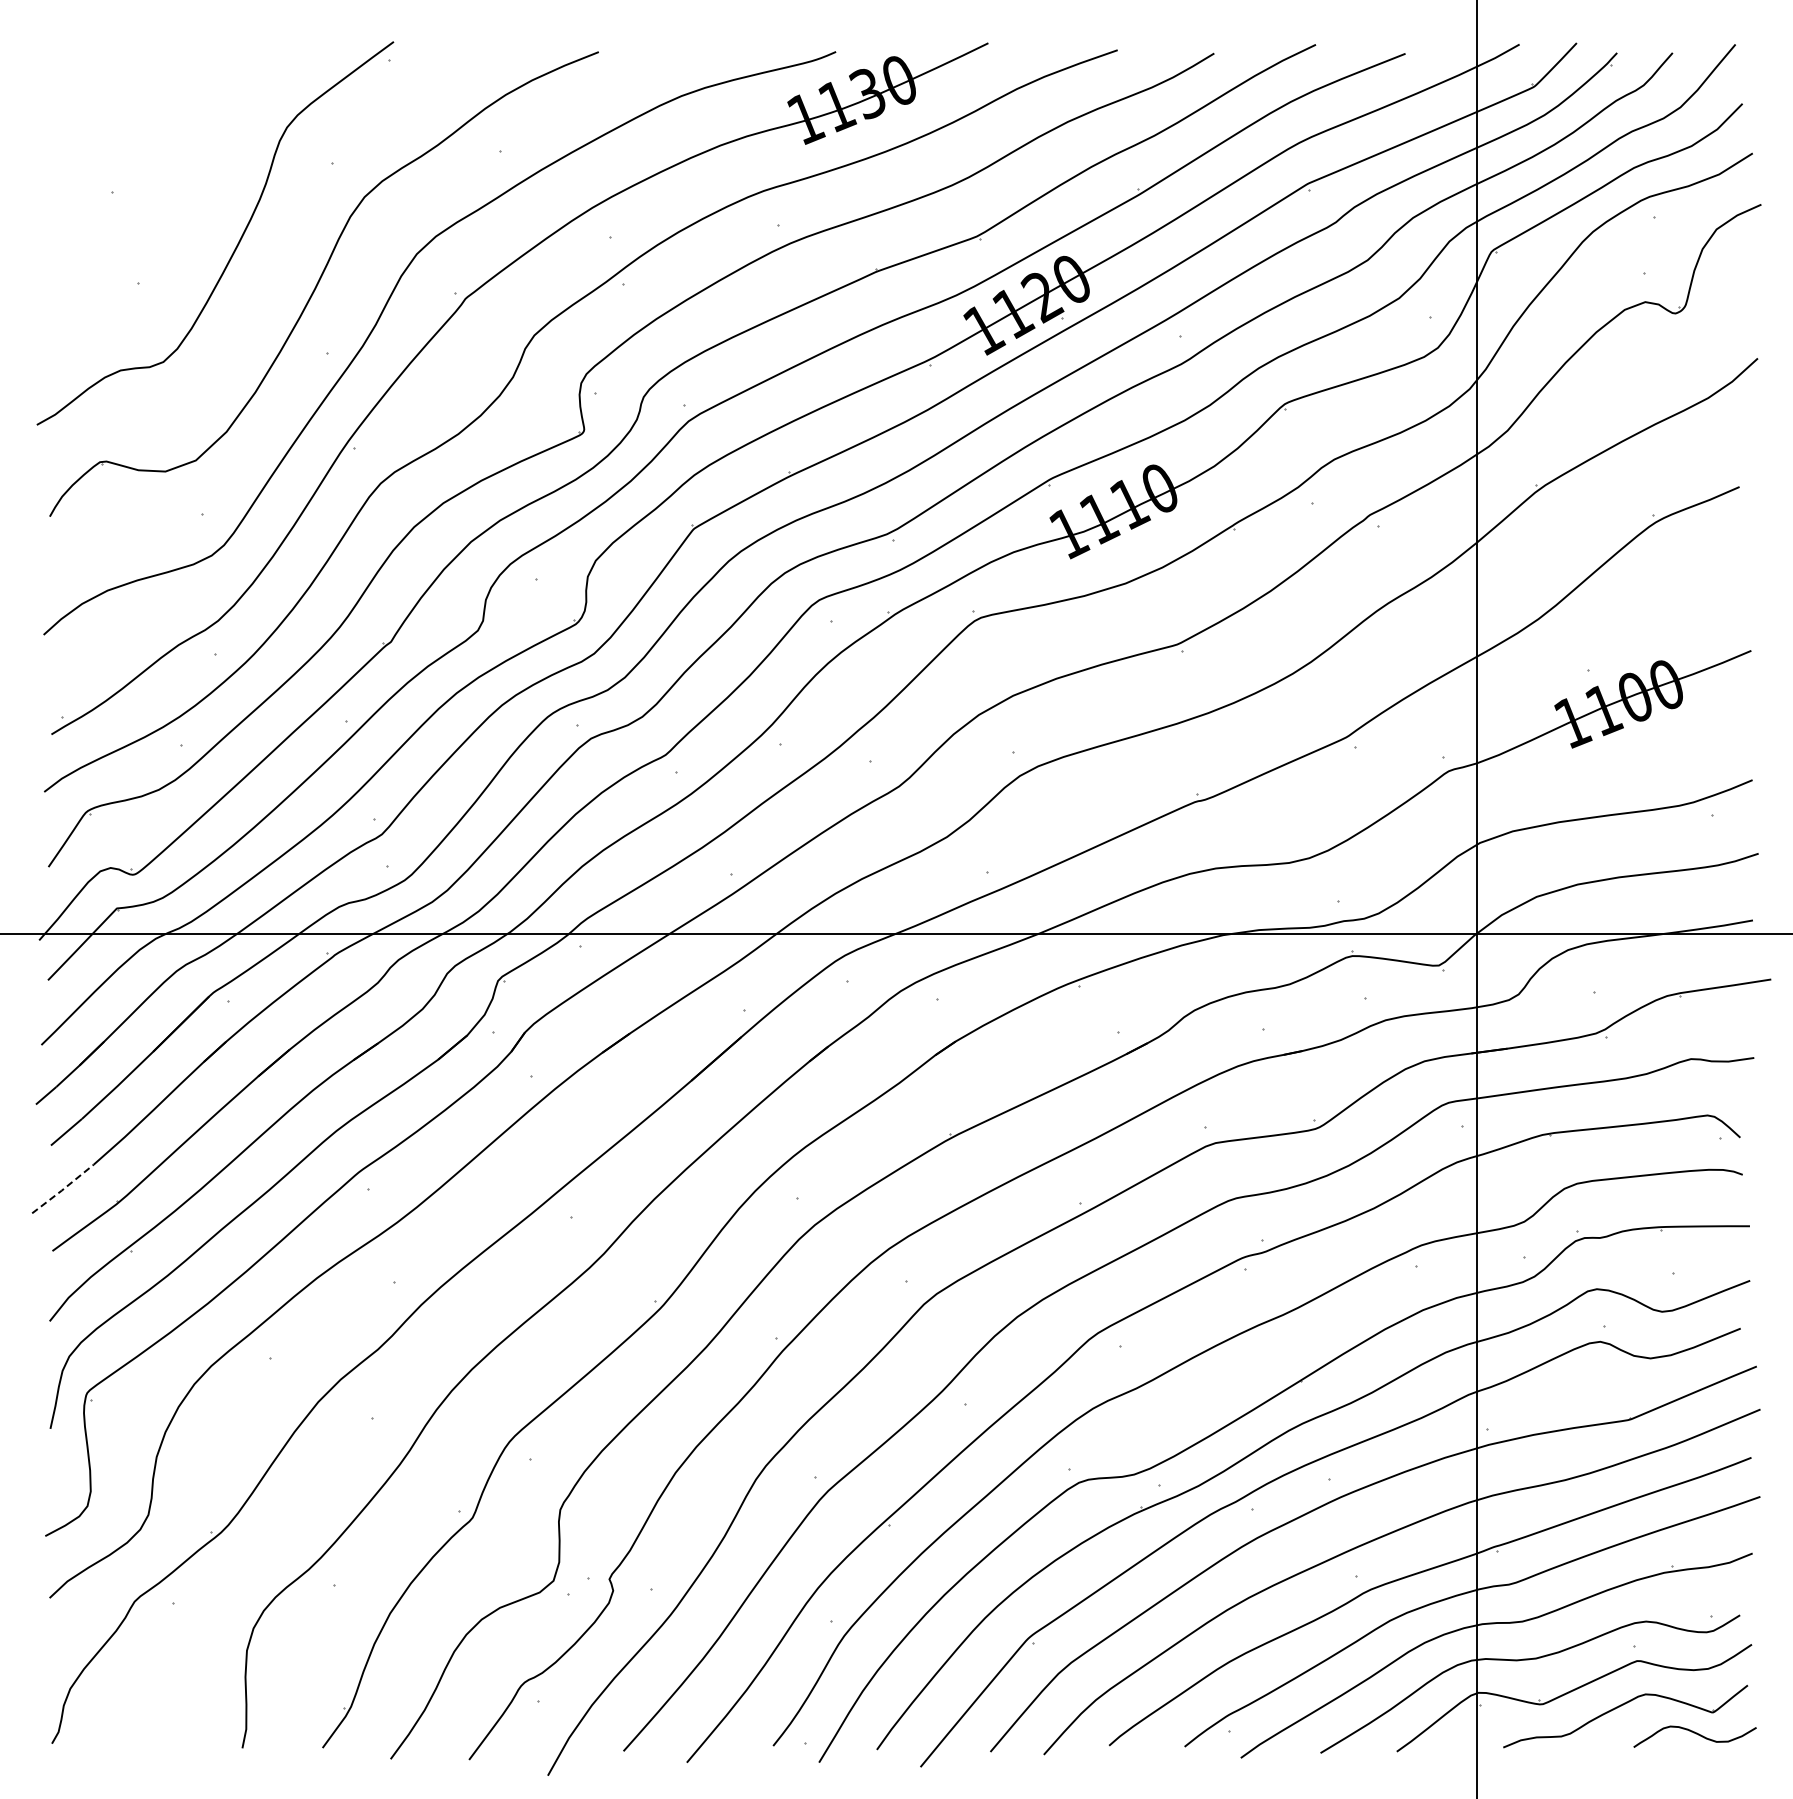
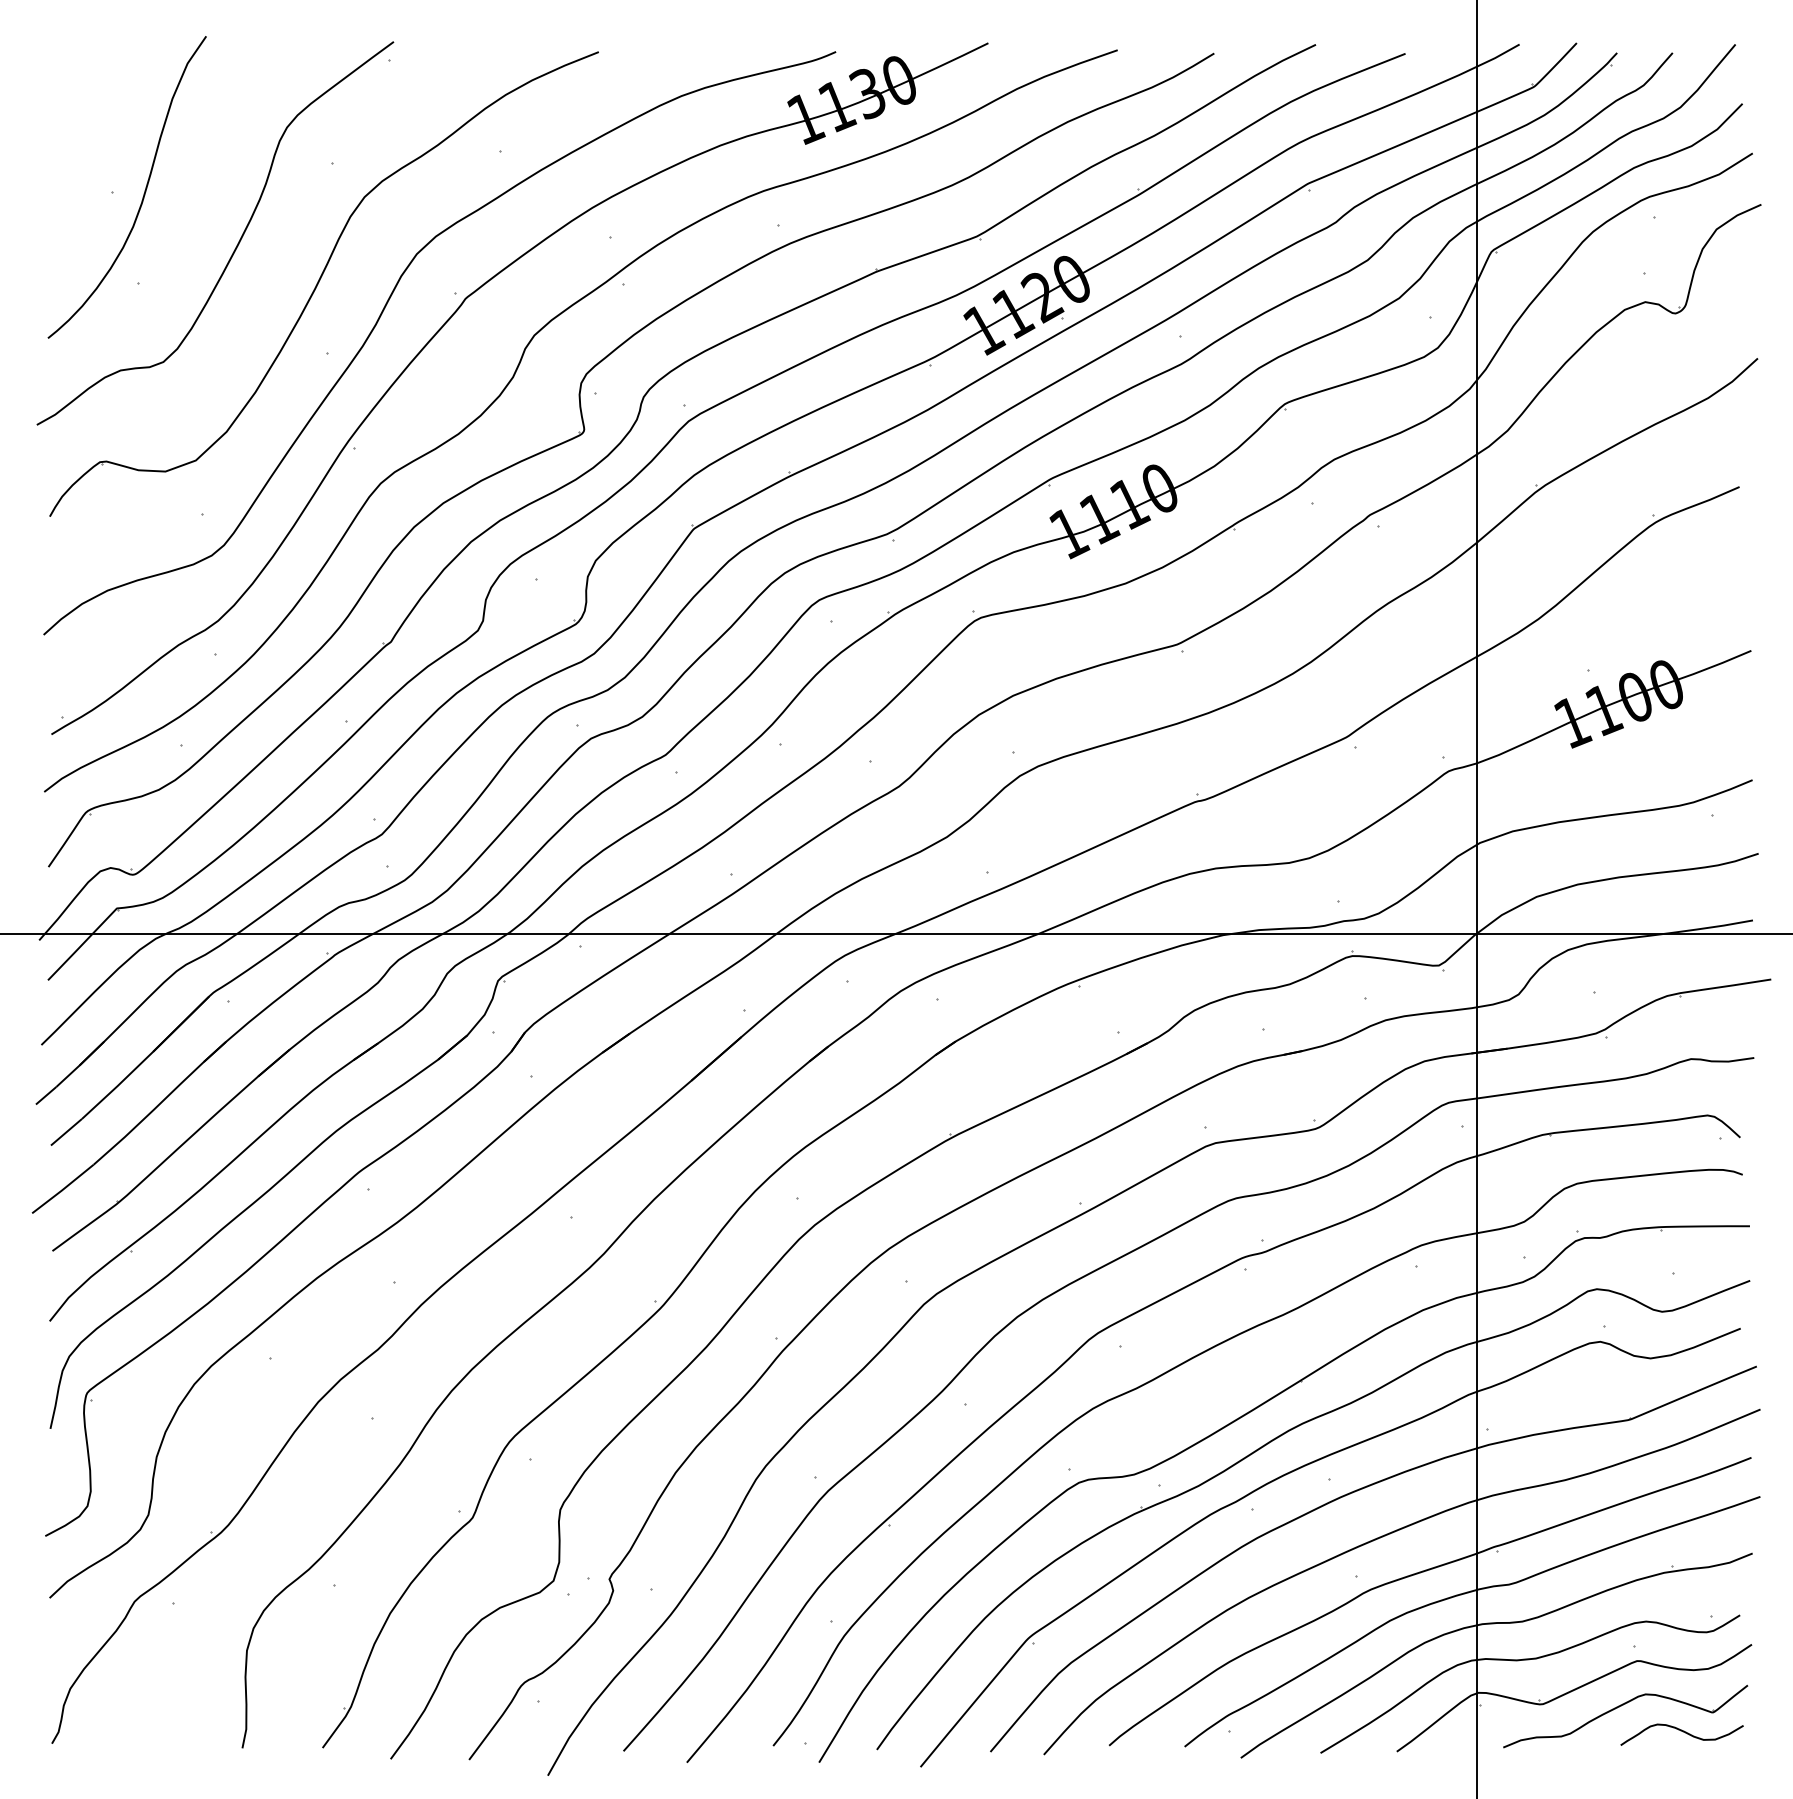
curve at (143, 193): none -> present
line at (63, 1189): dashed -> solid
curve at (1696, 1734) position: (1696, 1734) -> (1683, 1732)
